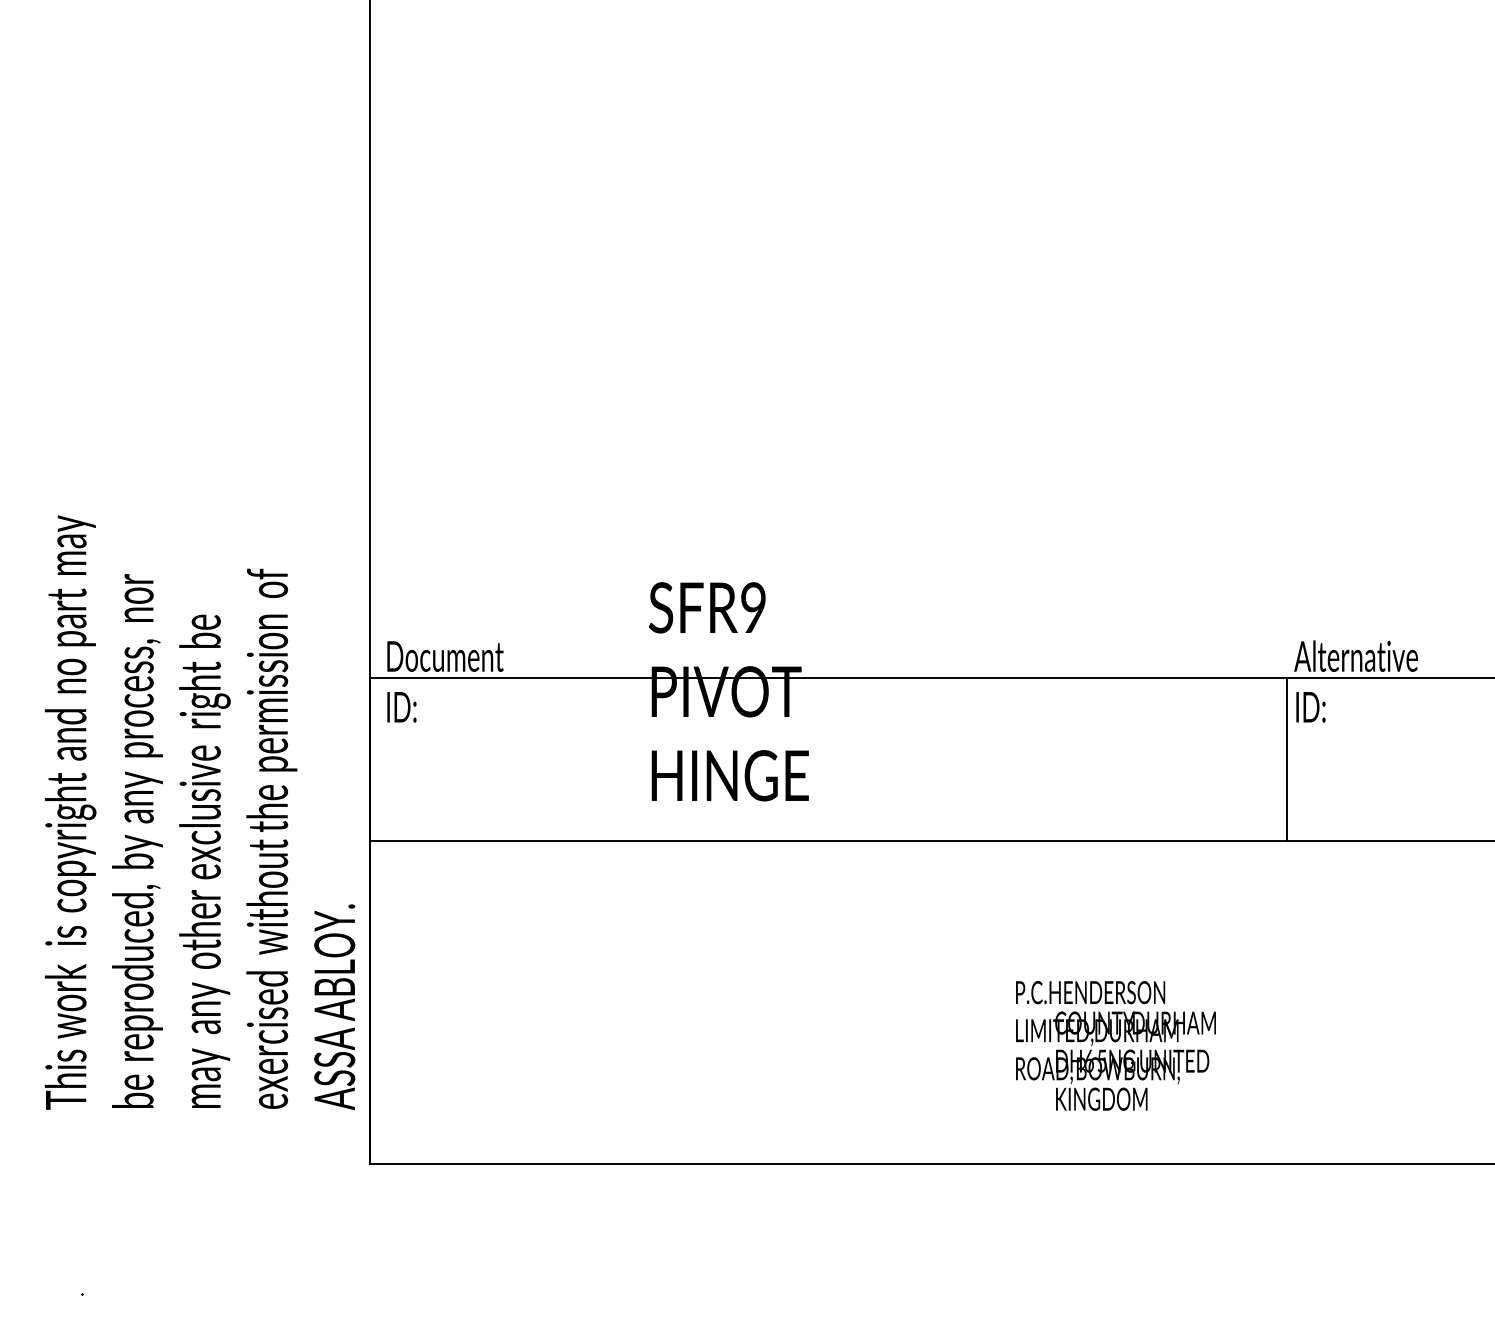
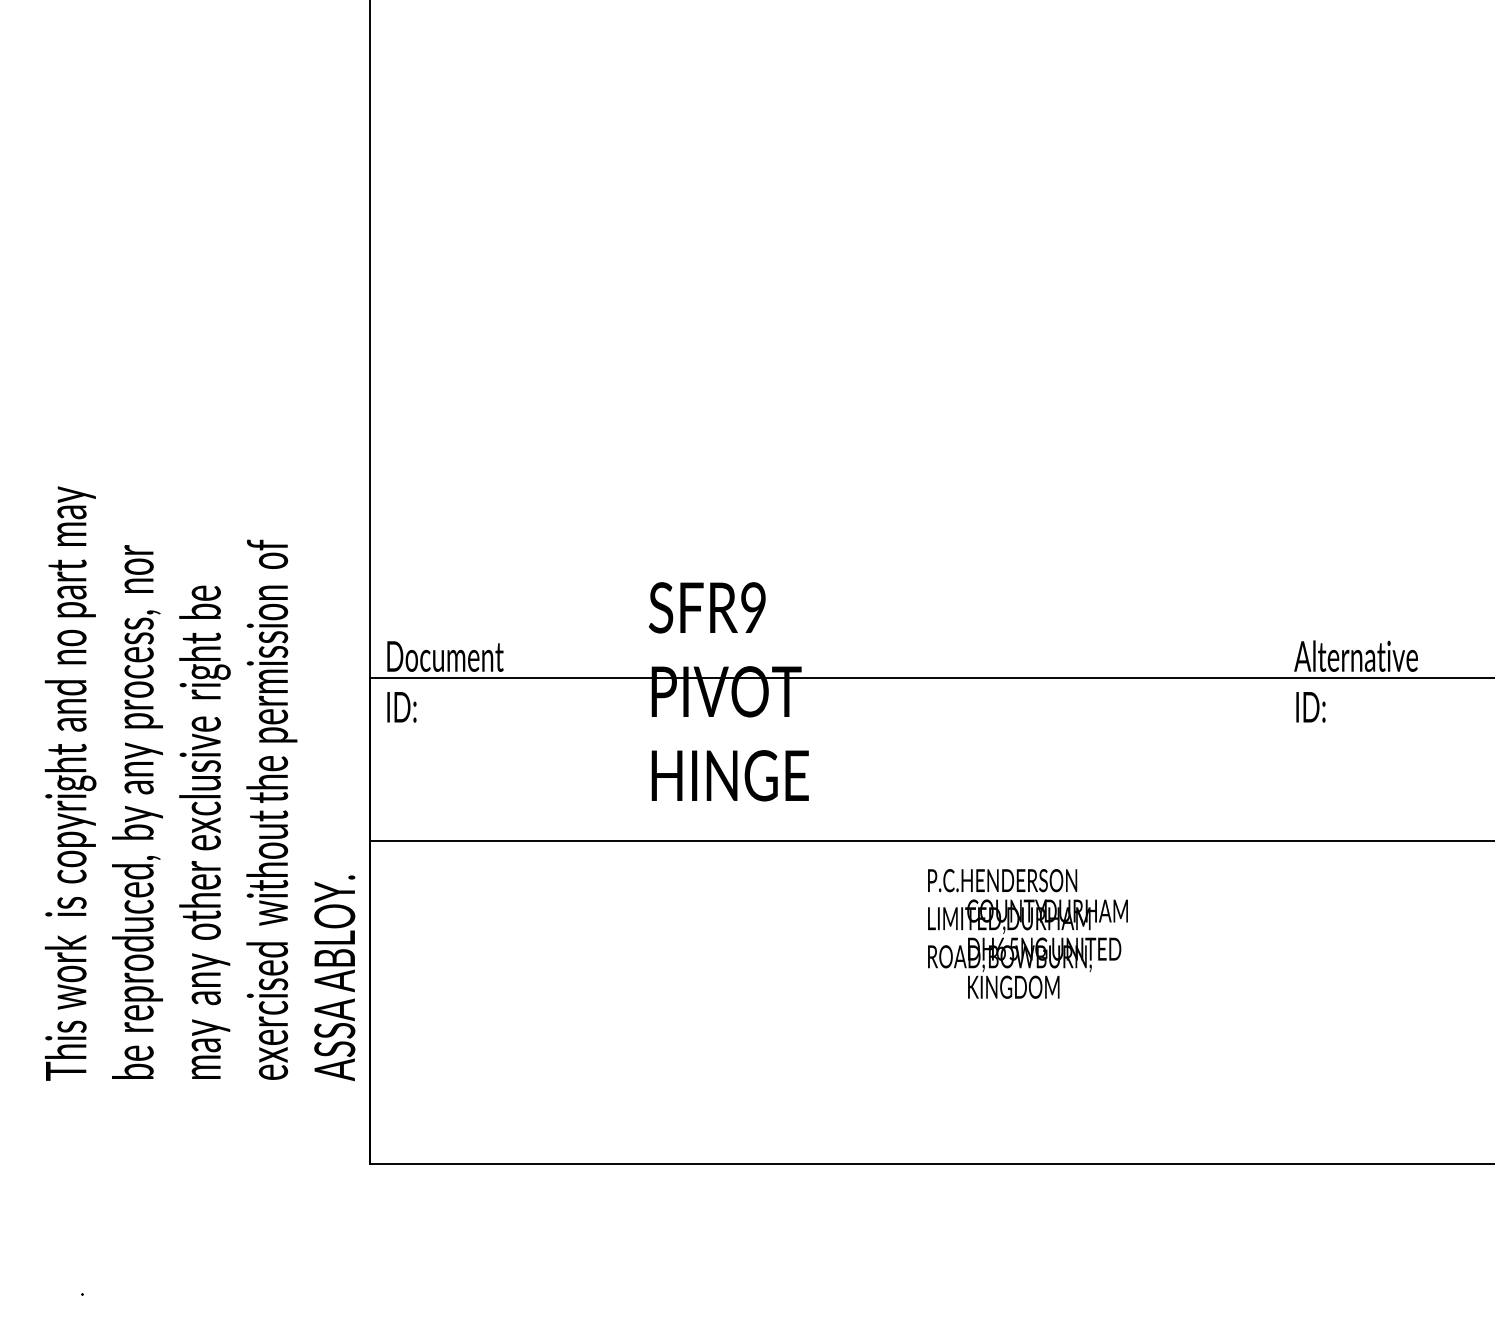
line at (1287, 758): present -> none
text at (199, 812) position: (199, 812) -> (199, 783)
text at (1115, 1045) position: (1115, 1045) -> (1027, 933)
